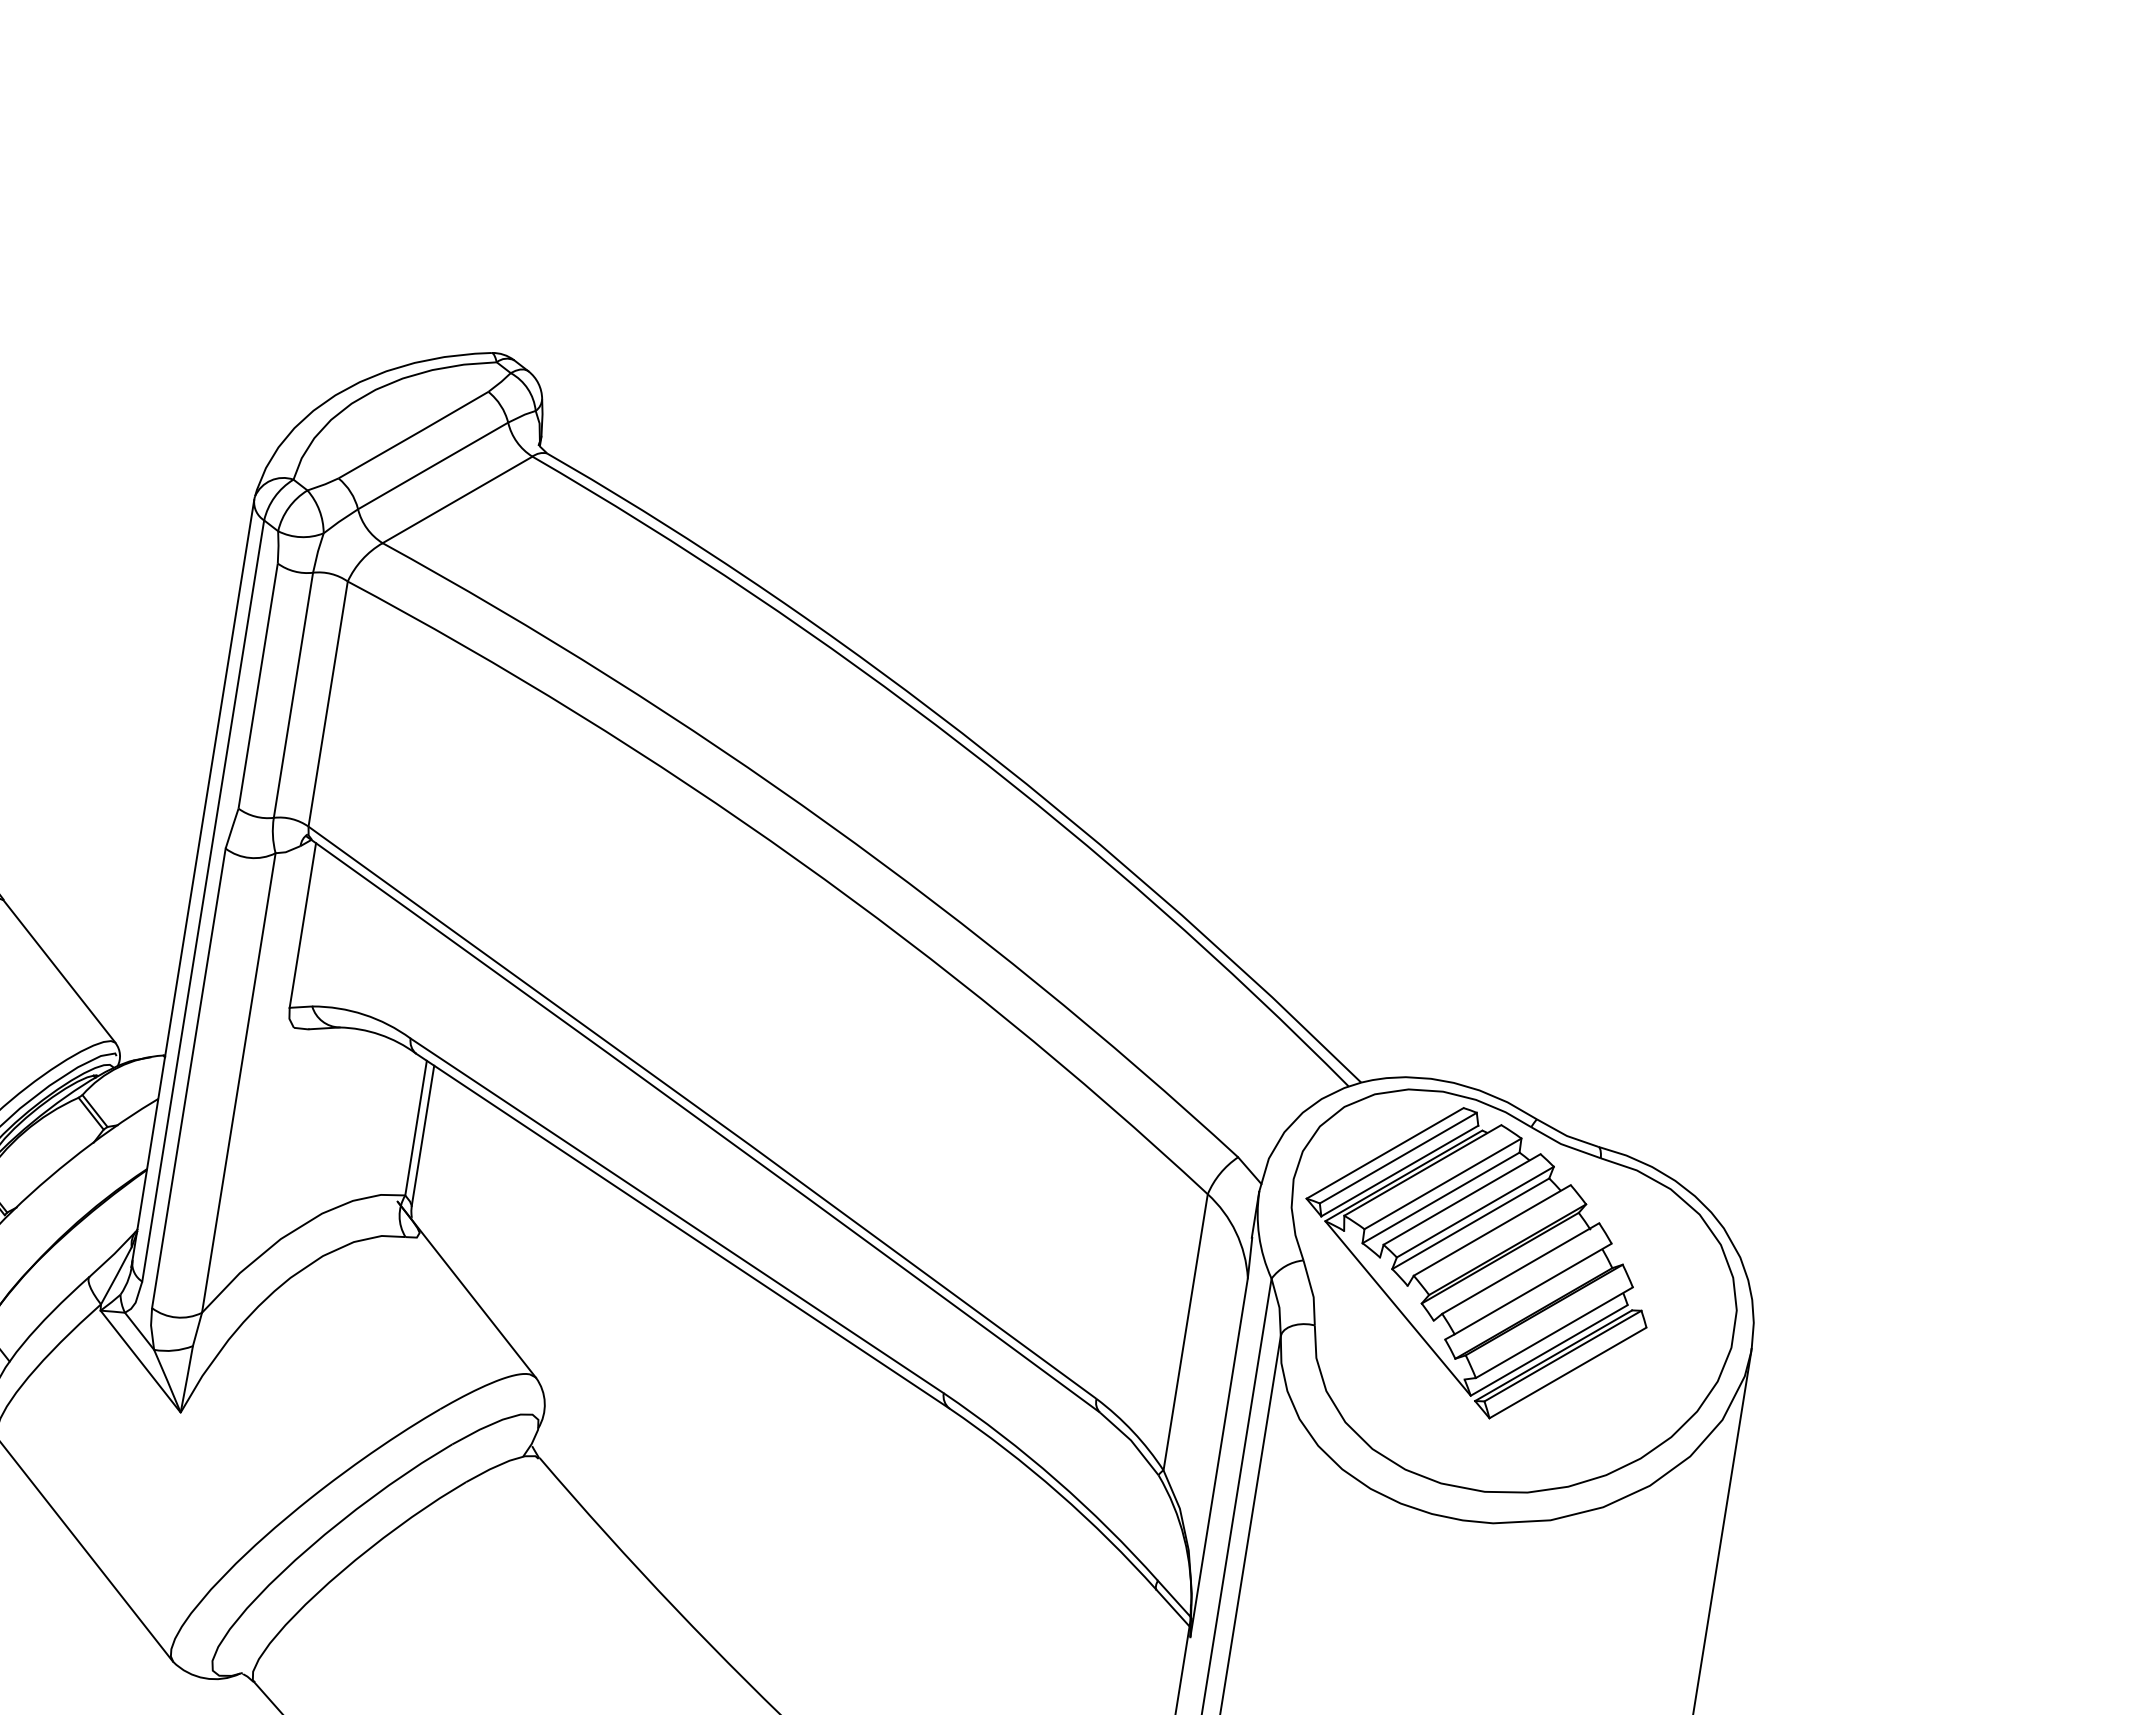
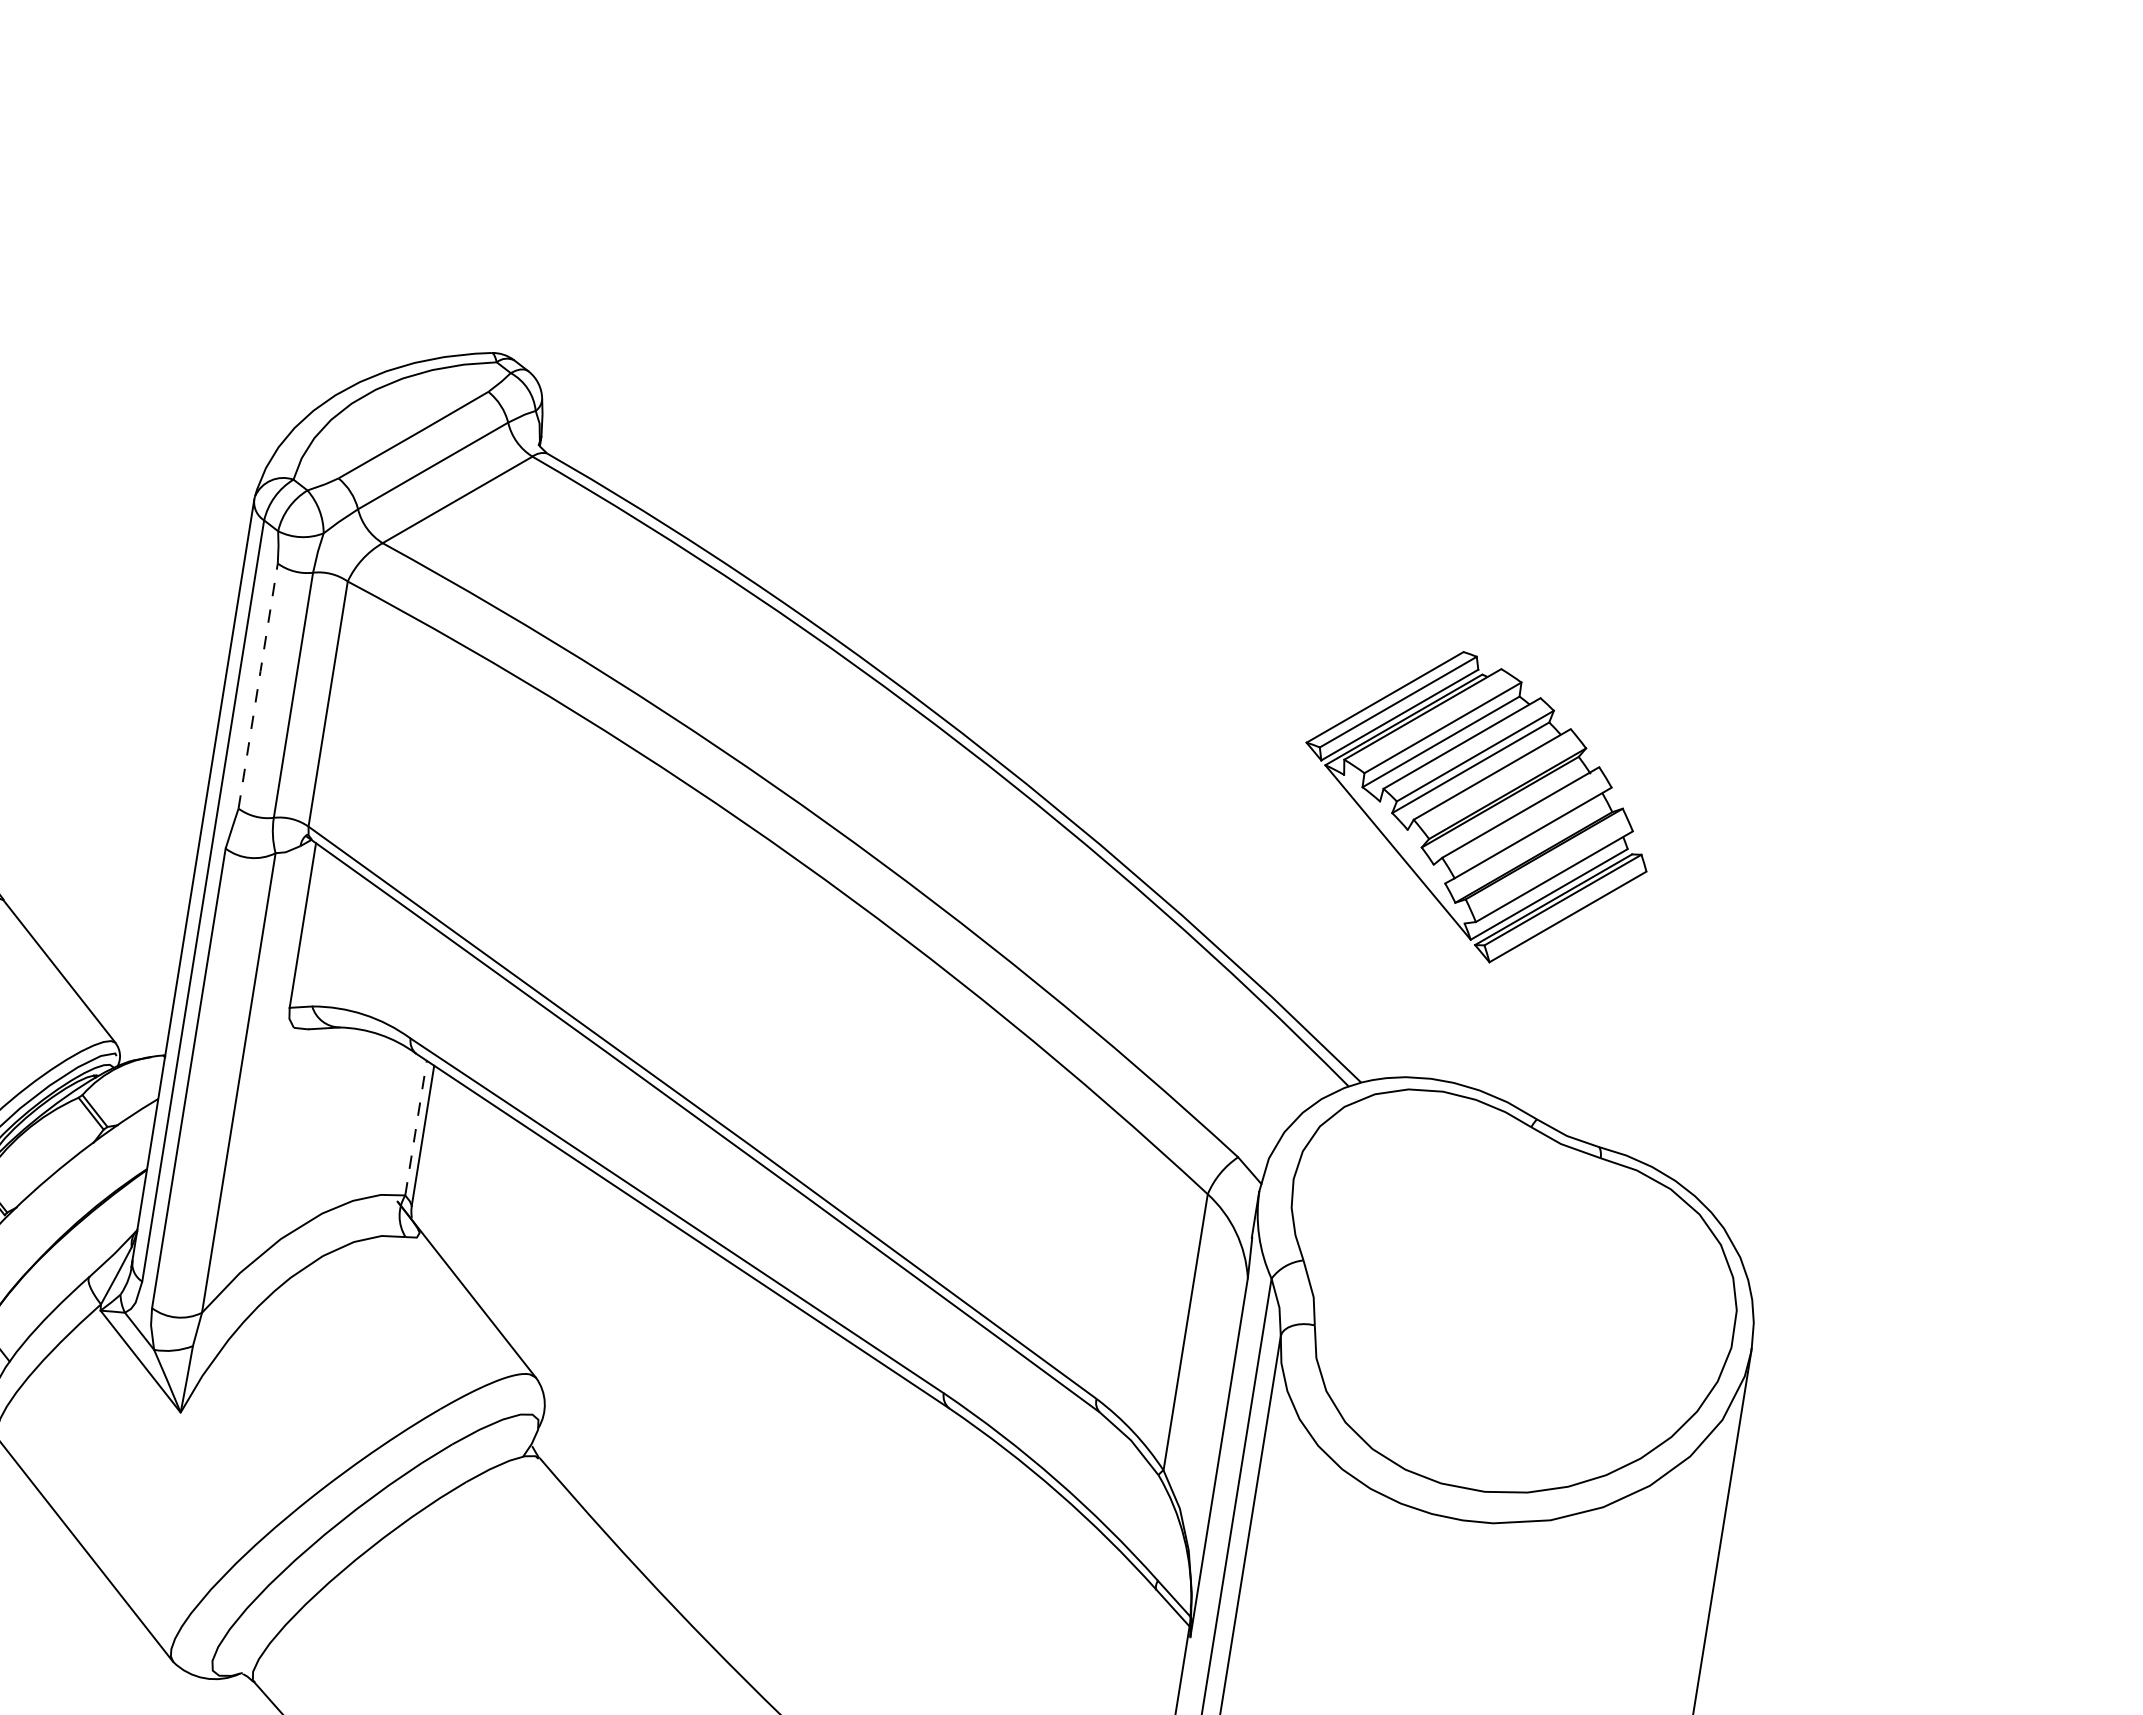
line at (258, 685): solid -> dashed
line at (416, 1127): solid -> dashed
part at (1476, 1263) position: (1476, 1263) -> (1476, 807)
